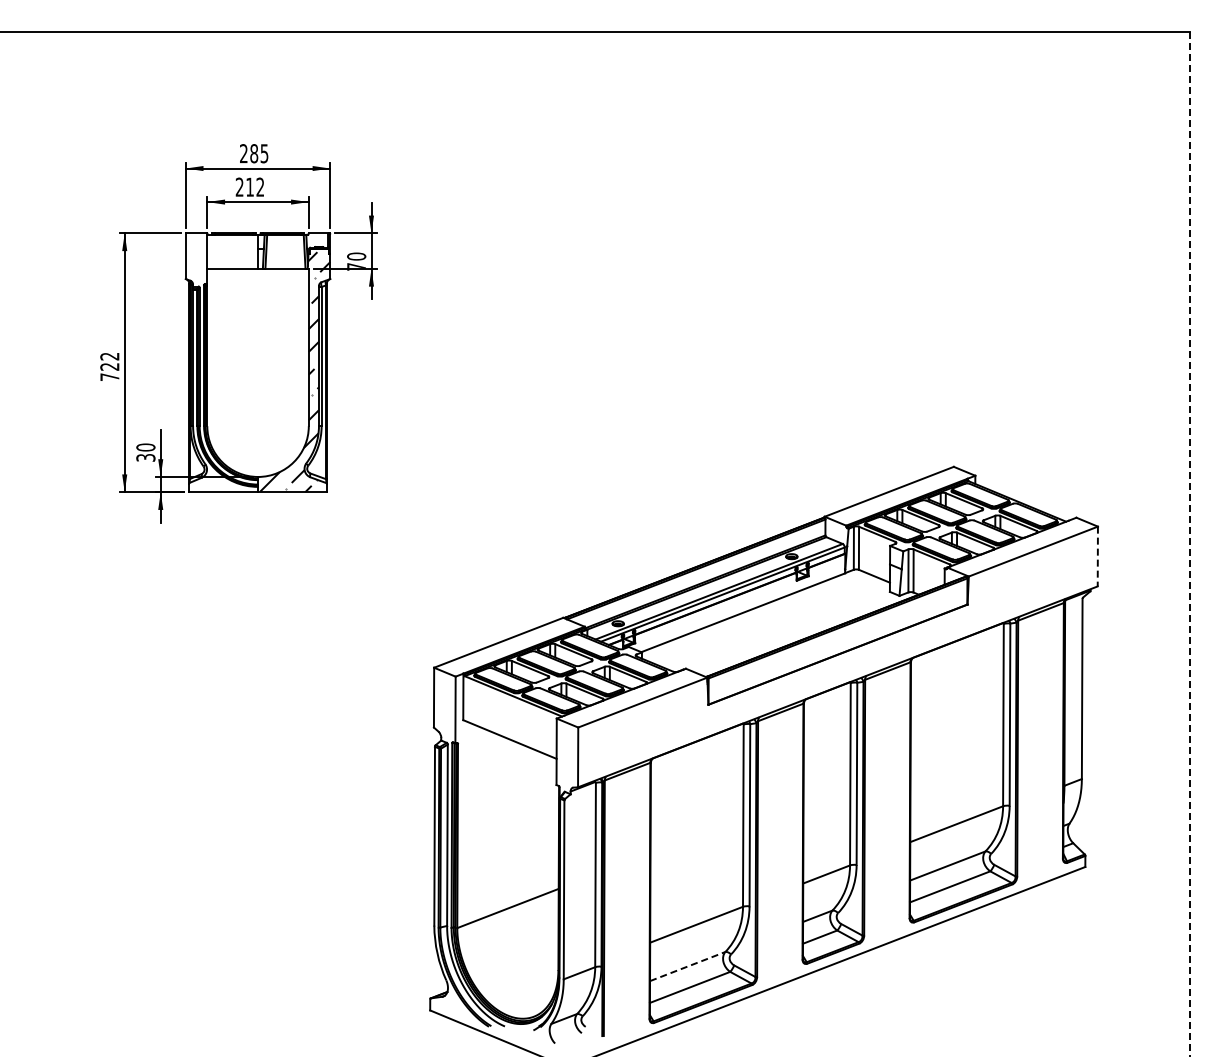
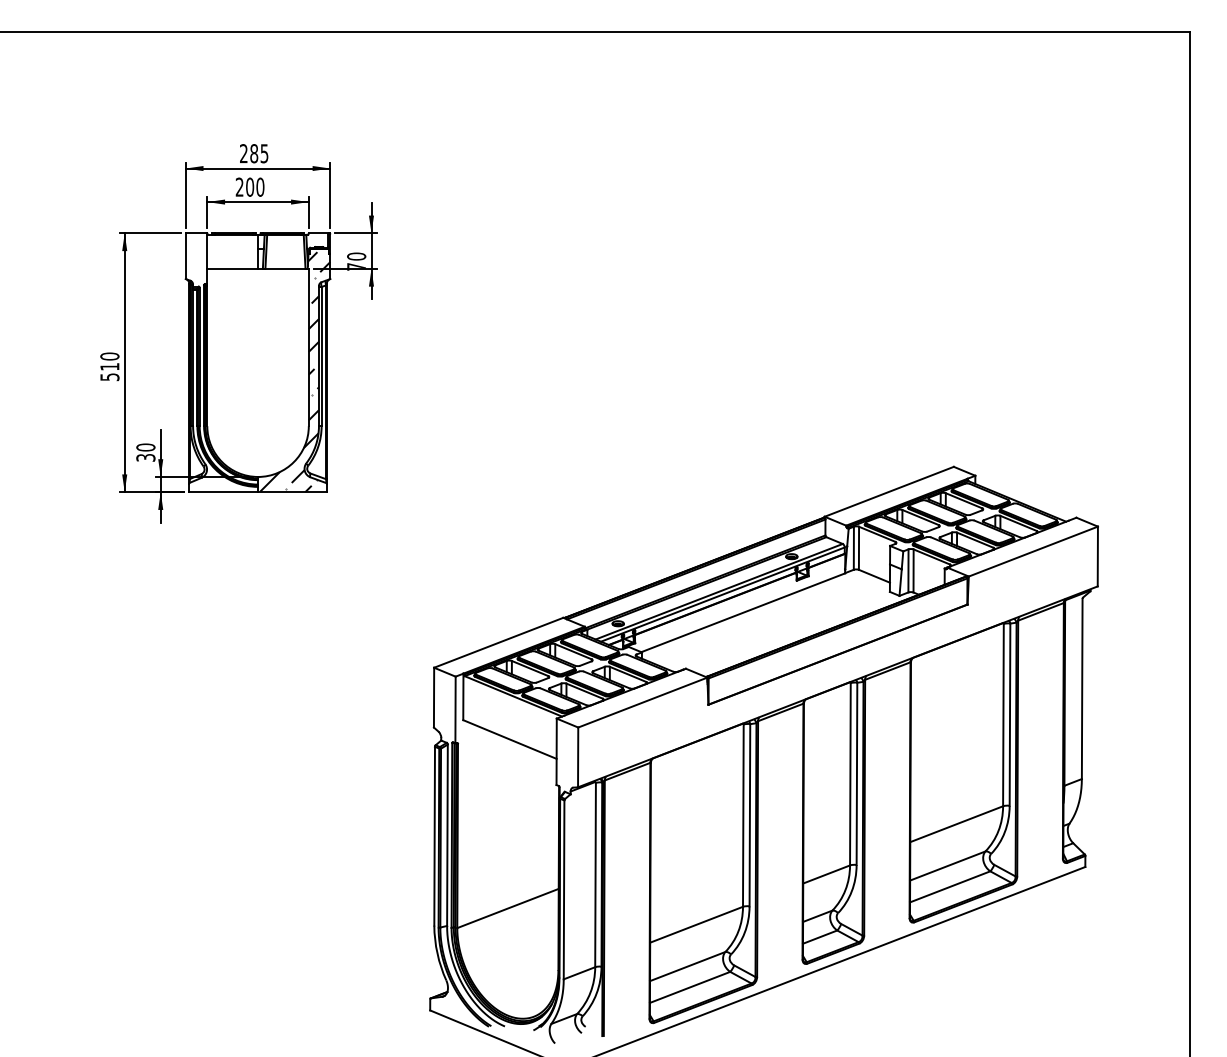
text at (255, 186): 212 -> 200
text at (109, 366): 722 -> 510
line at (1190, 544): dashed -> solid
line at (1097, 556): dashed -> solid
line at (688, 966): dashed -> solid
